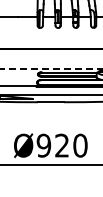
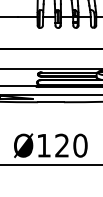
line at (51, 68): dashed -> solid
text at (43, 145): Ø920 -> Ø120
